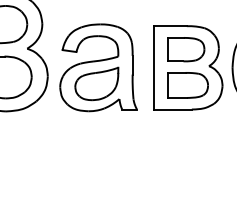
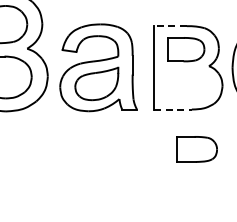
line at (170, 26): solid -> dashed
part at (187, 85) position: (187, 85) -> (196, 149)
line at (173, 109): solid -> dashed
